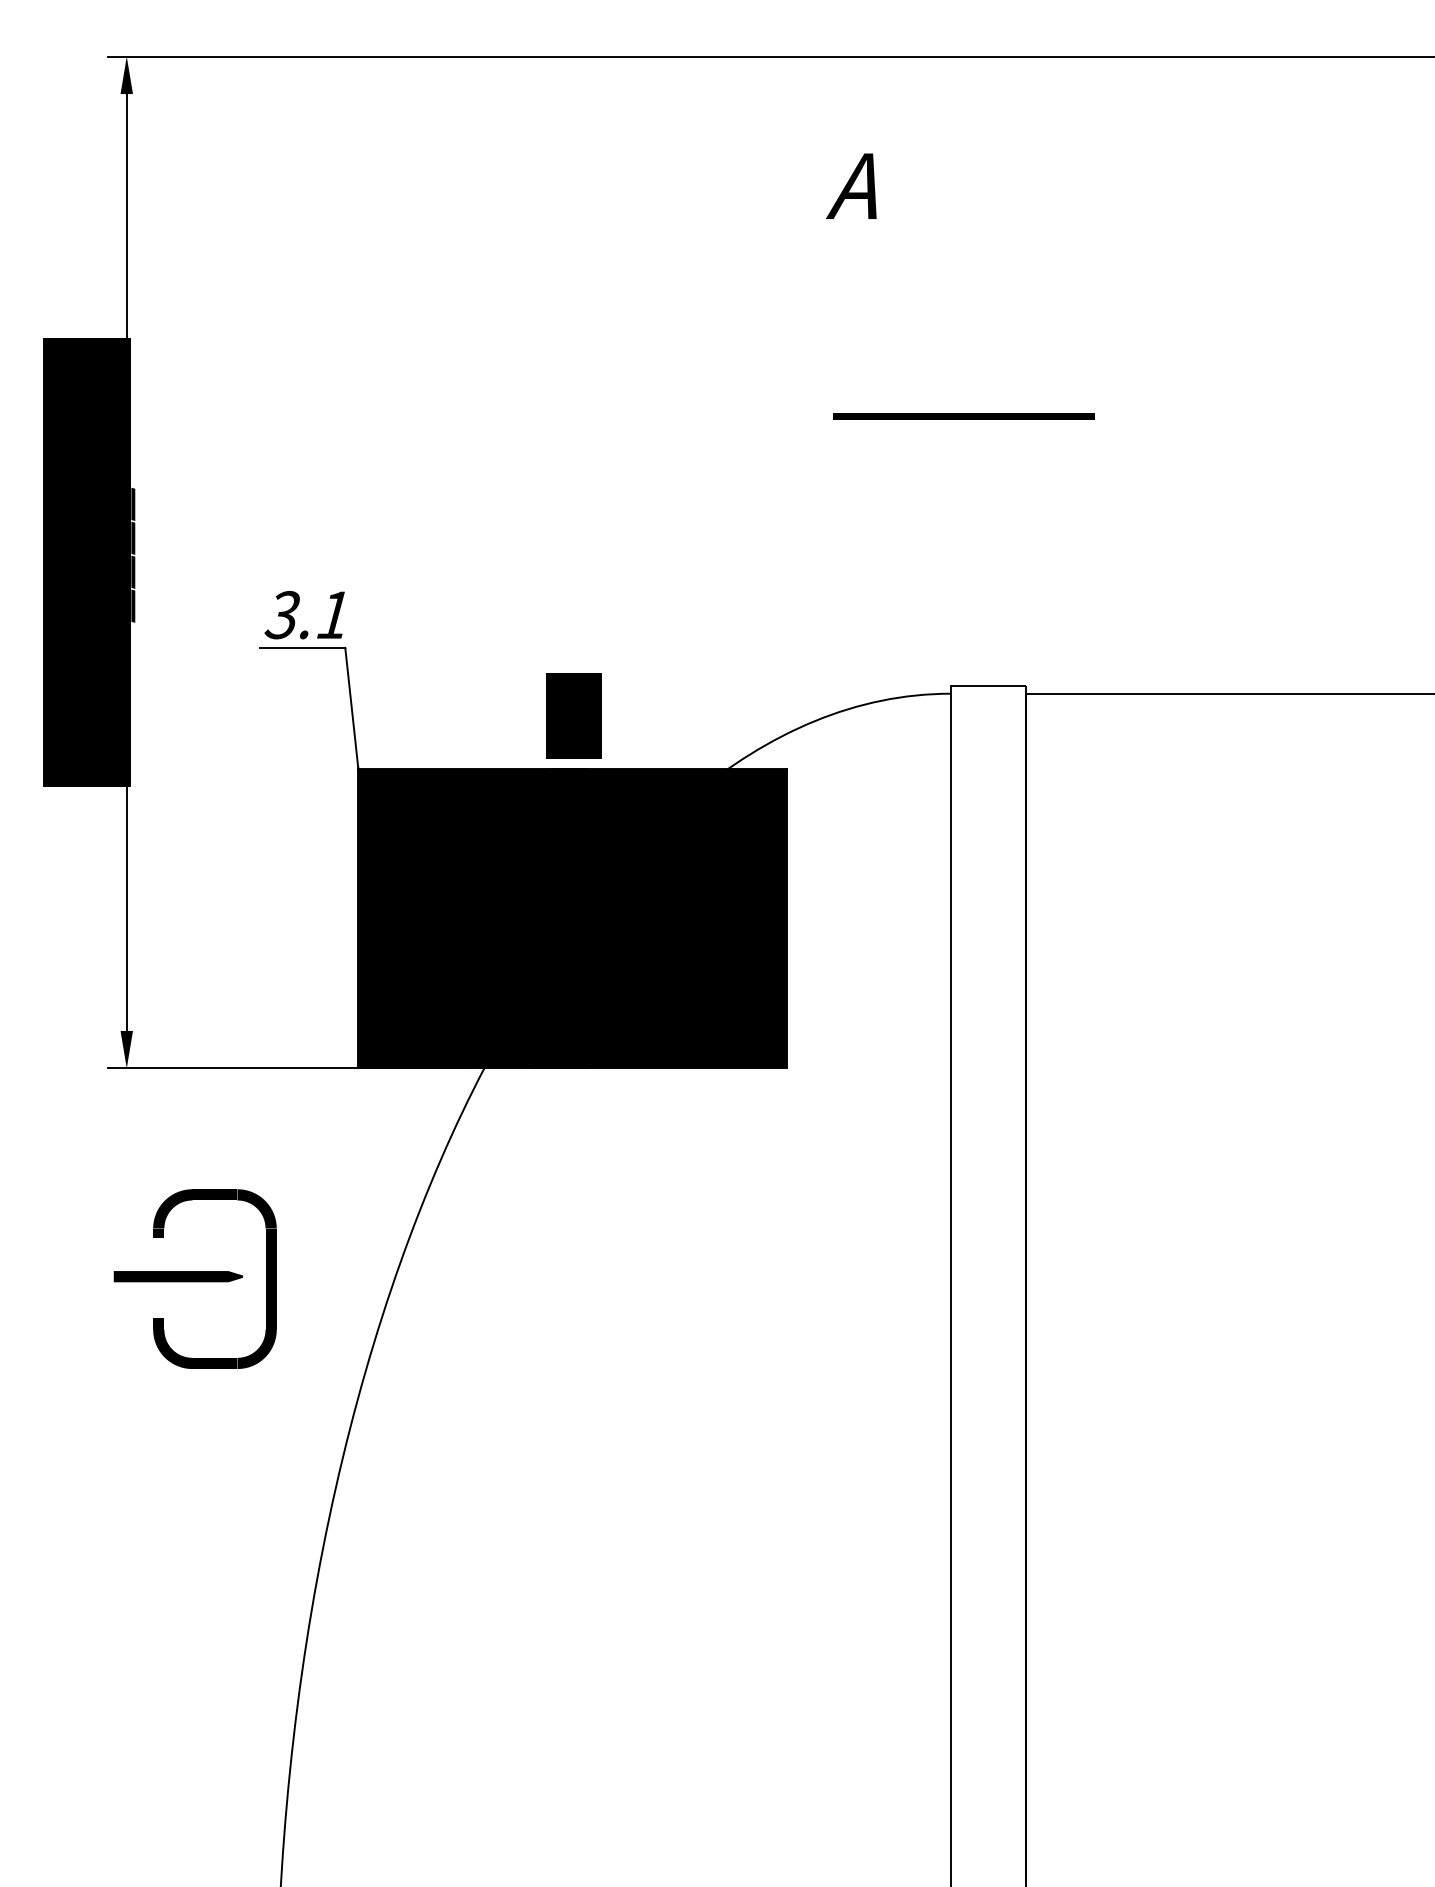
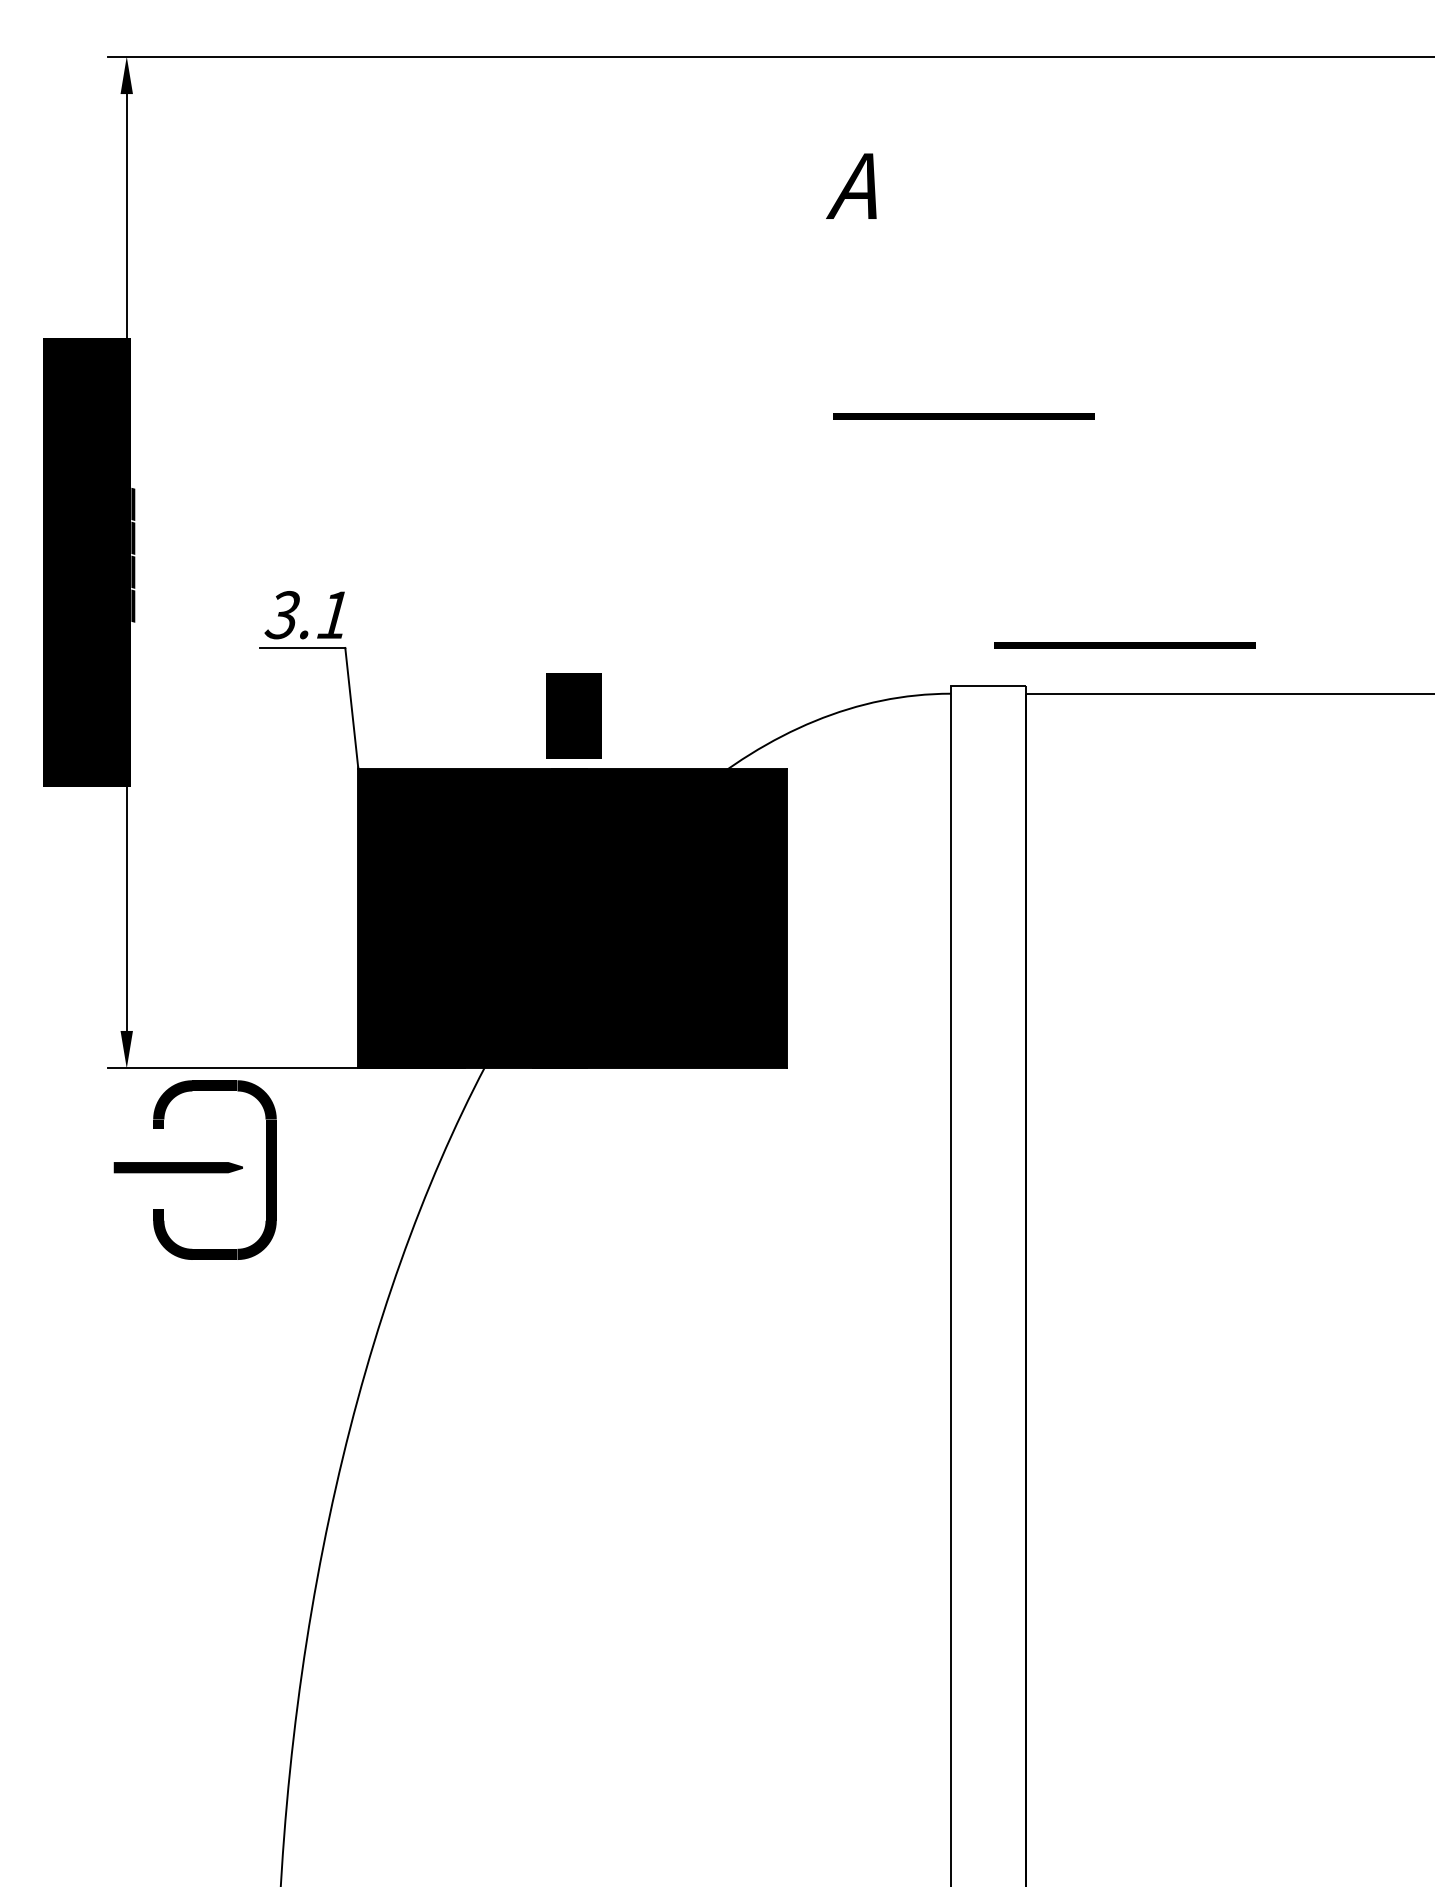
part at (1124, 645): none -> present
part at (194, 1278) position: (194, 1278) -> (194, 1169)
